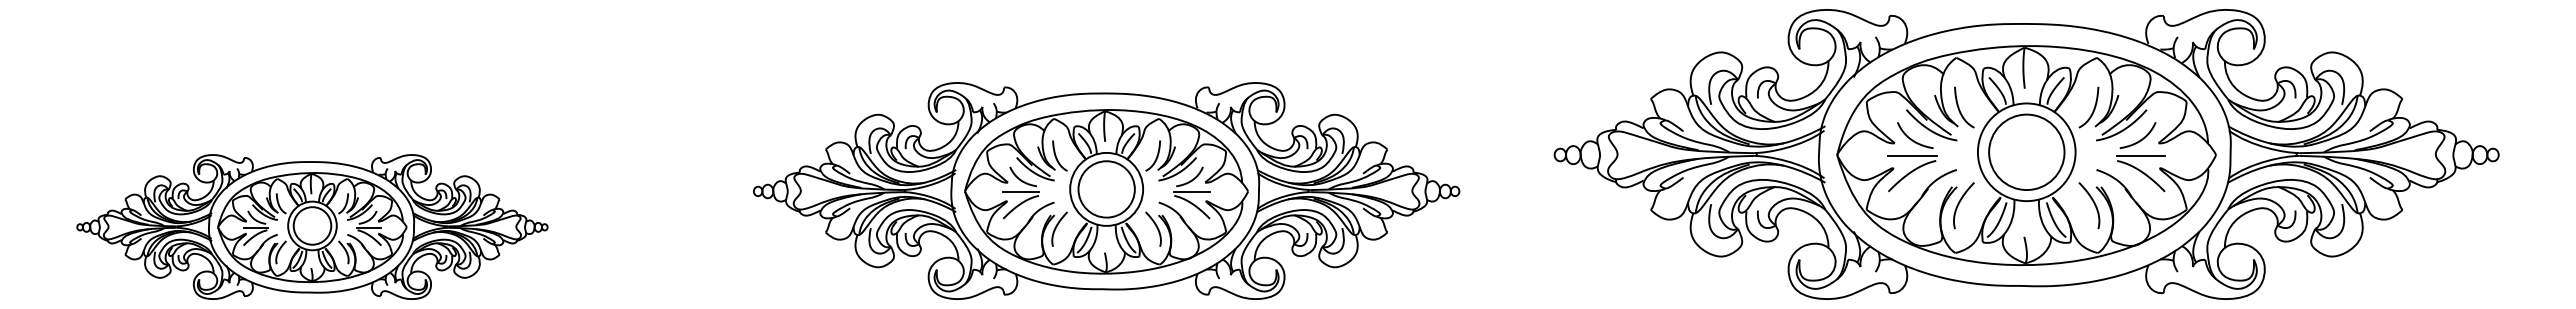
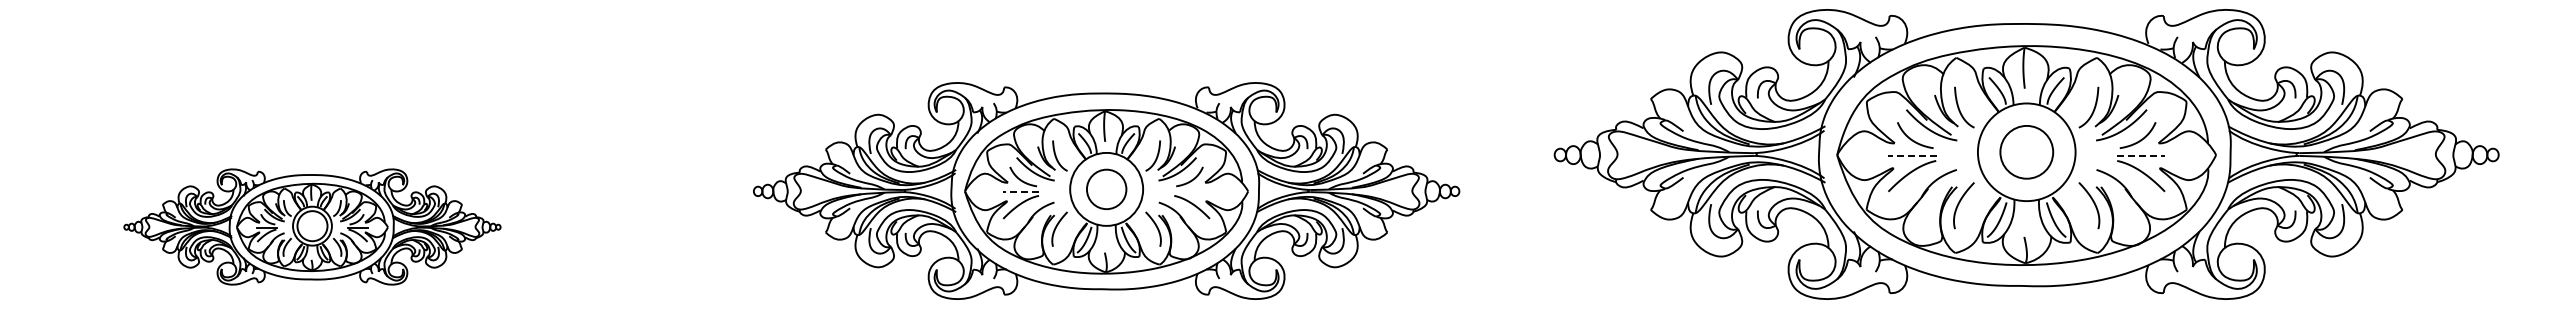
circle at (2026, 152) diameter: 75 px -> 53 px
line at (1912, 155): solid -> dashed
line at (2141, 155): solid -> dashed
circle at (1106, 189) diameter: 56 px -> 39 px
line at (1020, 191): solid -> dashed
line at (1191, 191): present -> none
part at (312, 226) size: 473x146 px -> 379x118 px
